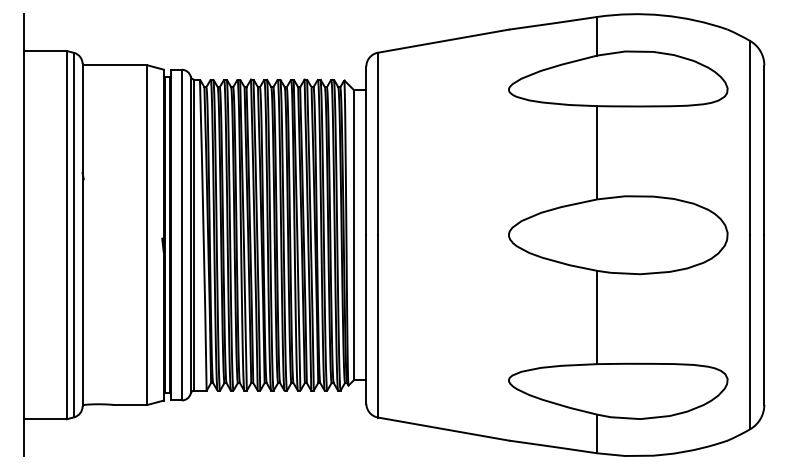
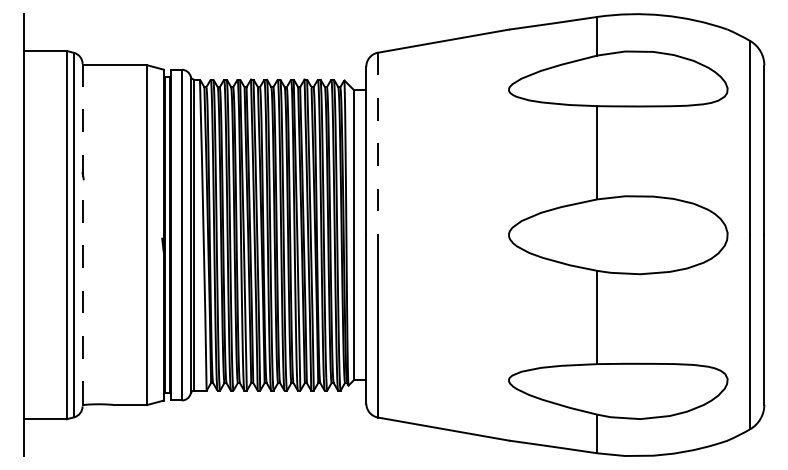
line at (378, 144): solid -> dashed
line at (82, 235): solid -> dashed
